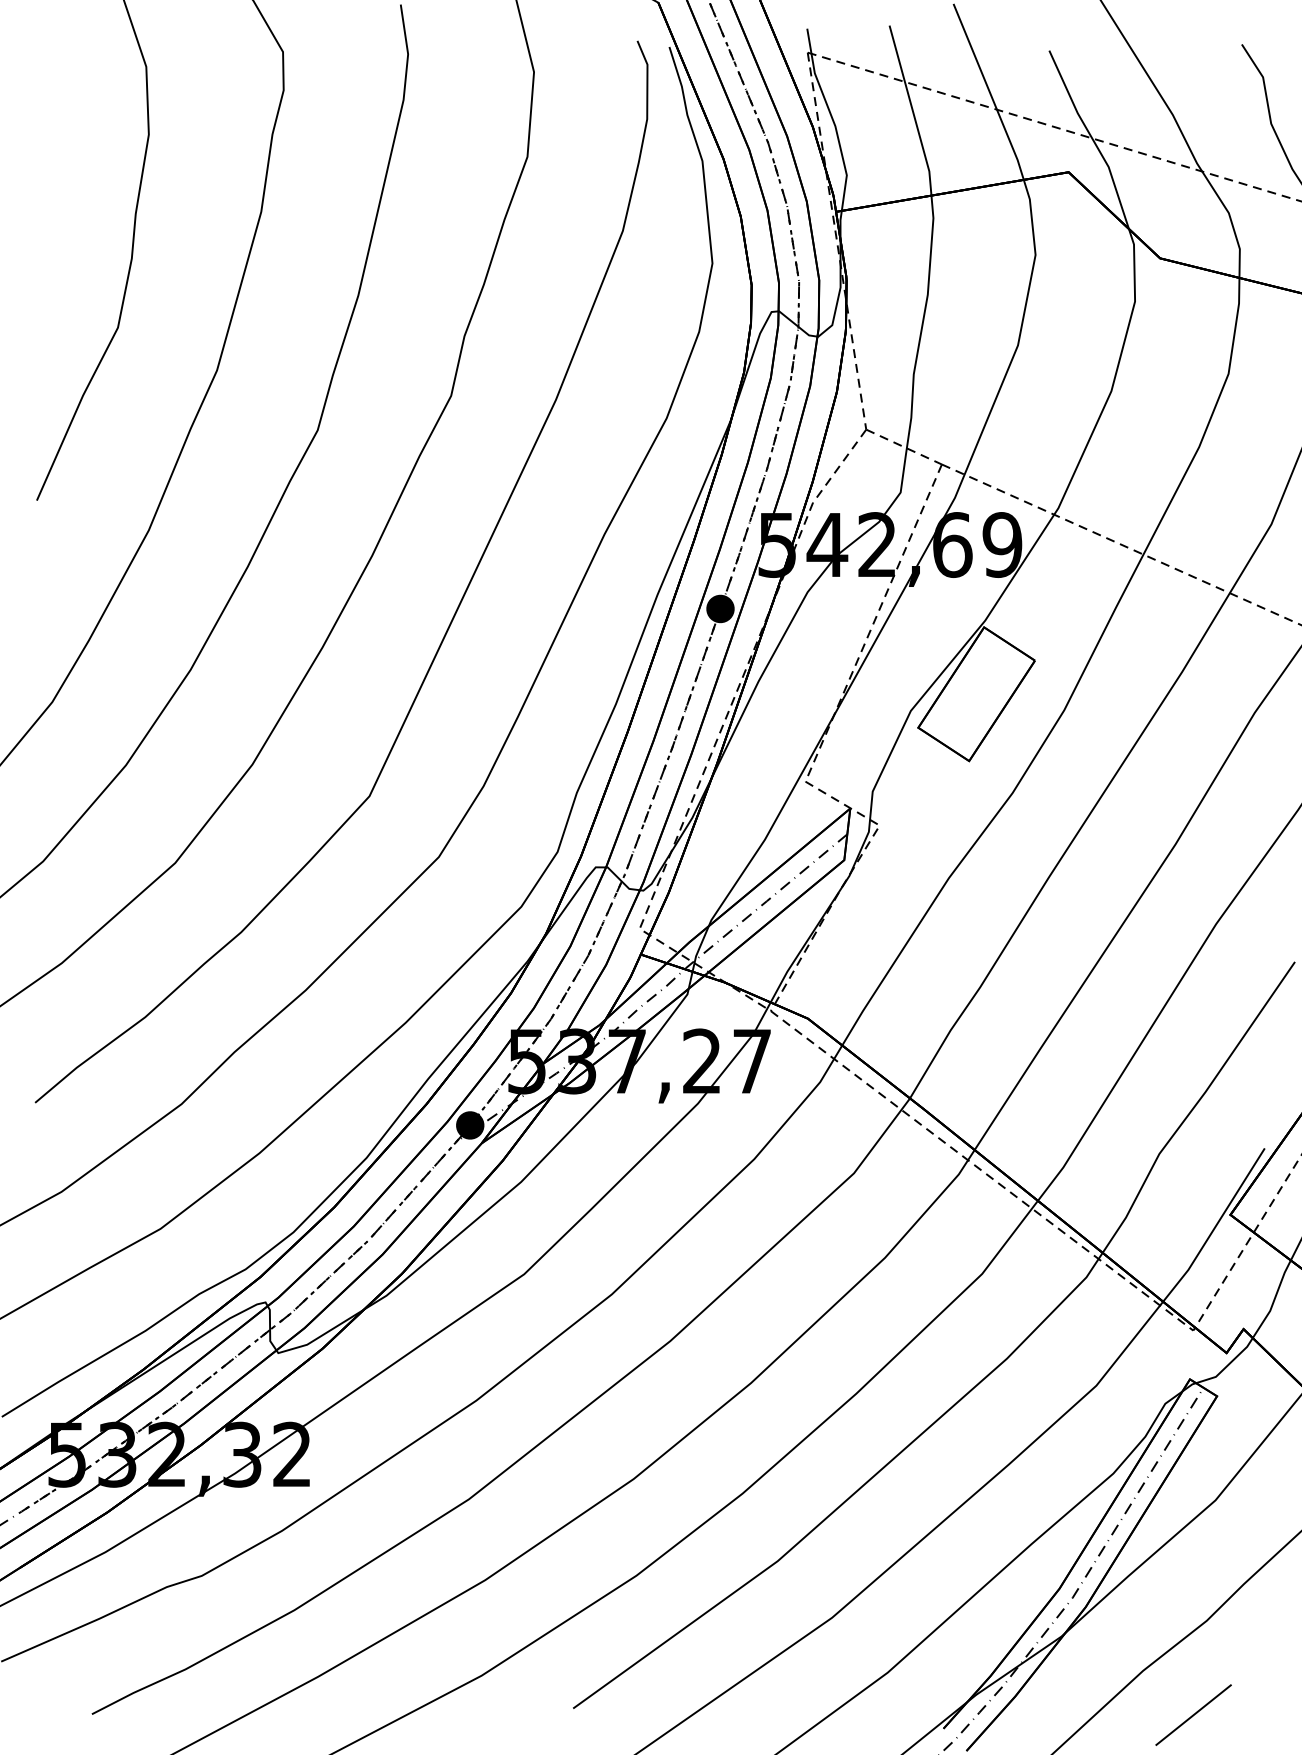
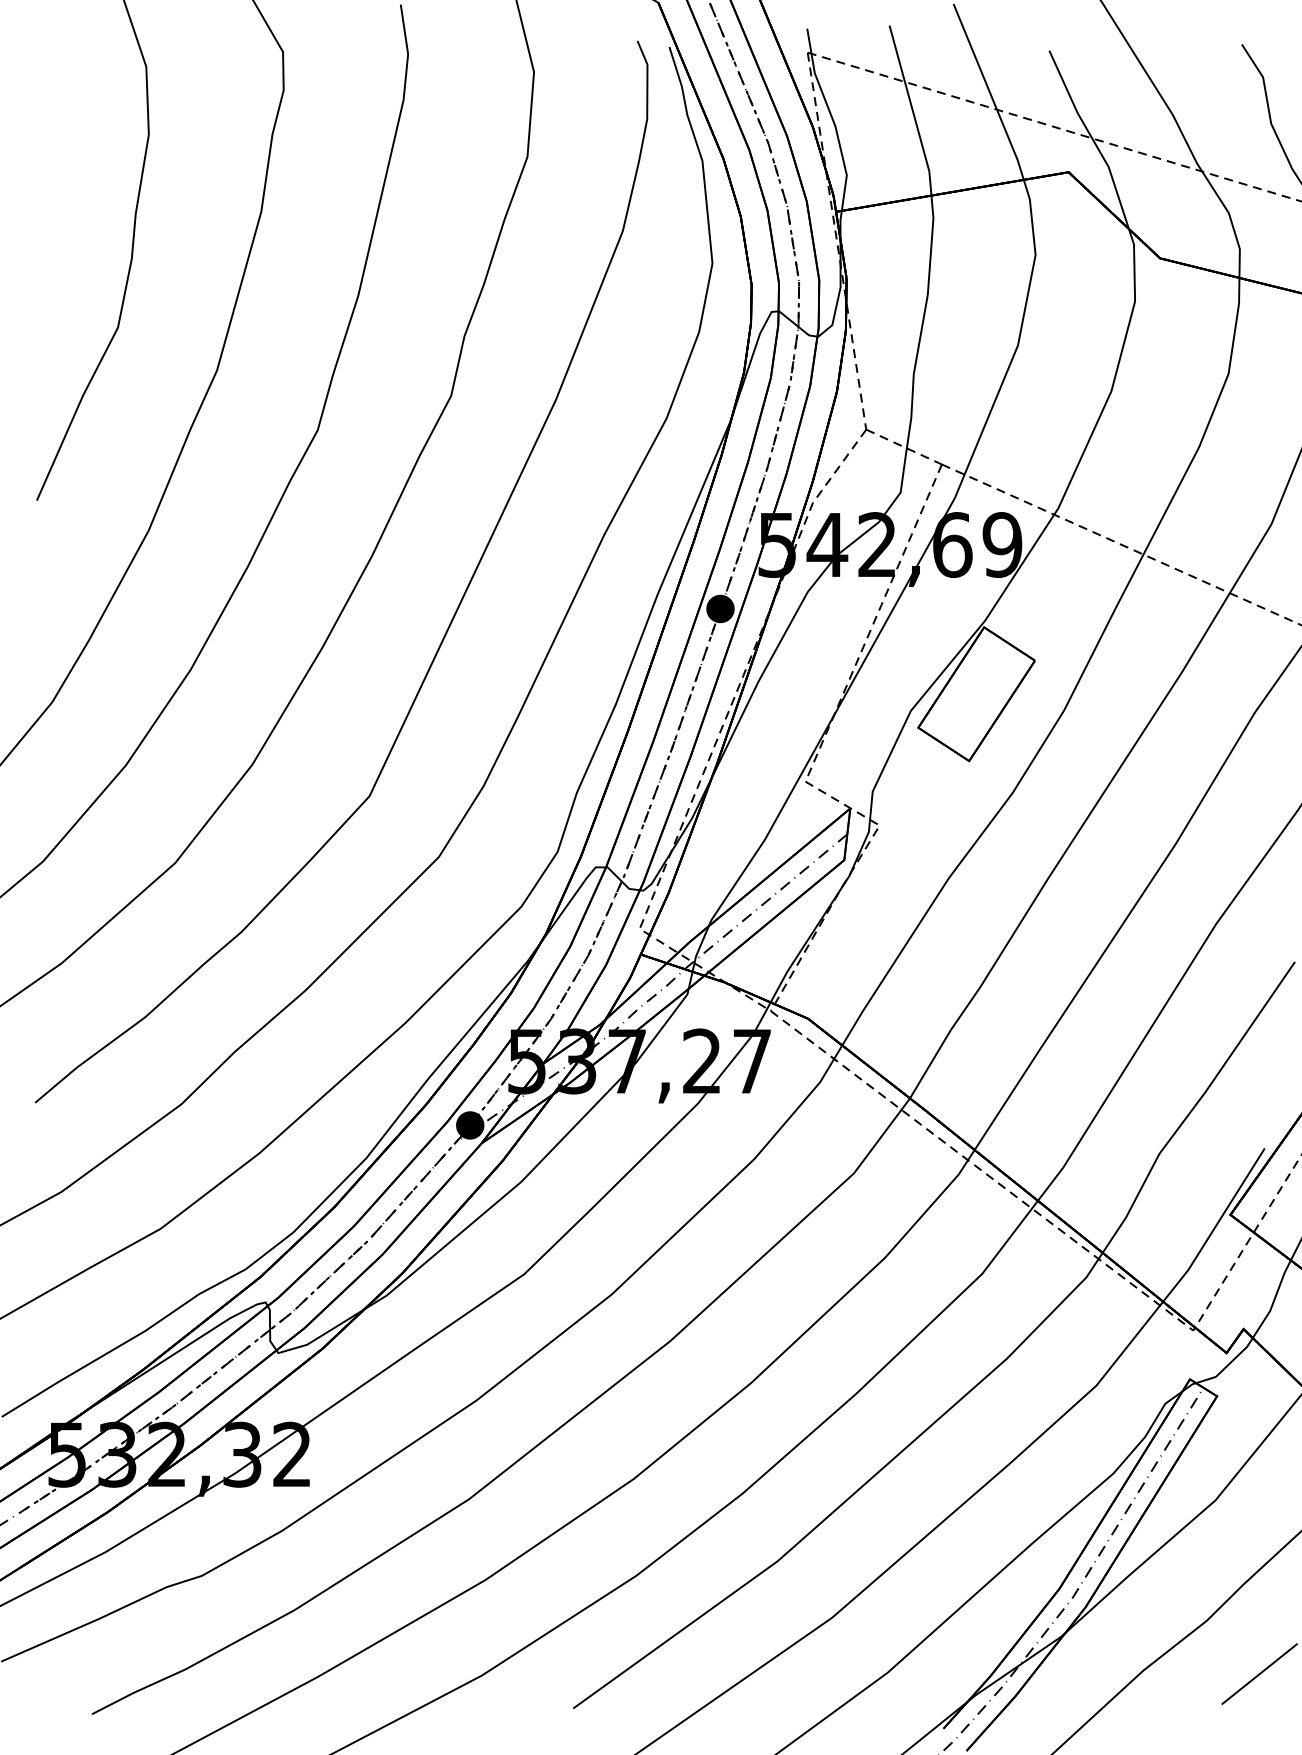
line at (1193, 1714) position: (1193, 1714) -> (1259, 1673)
